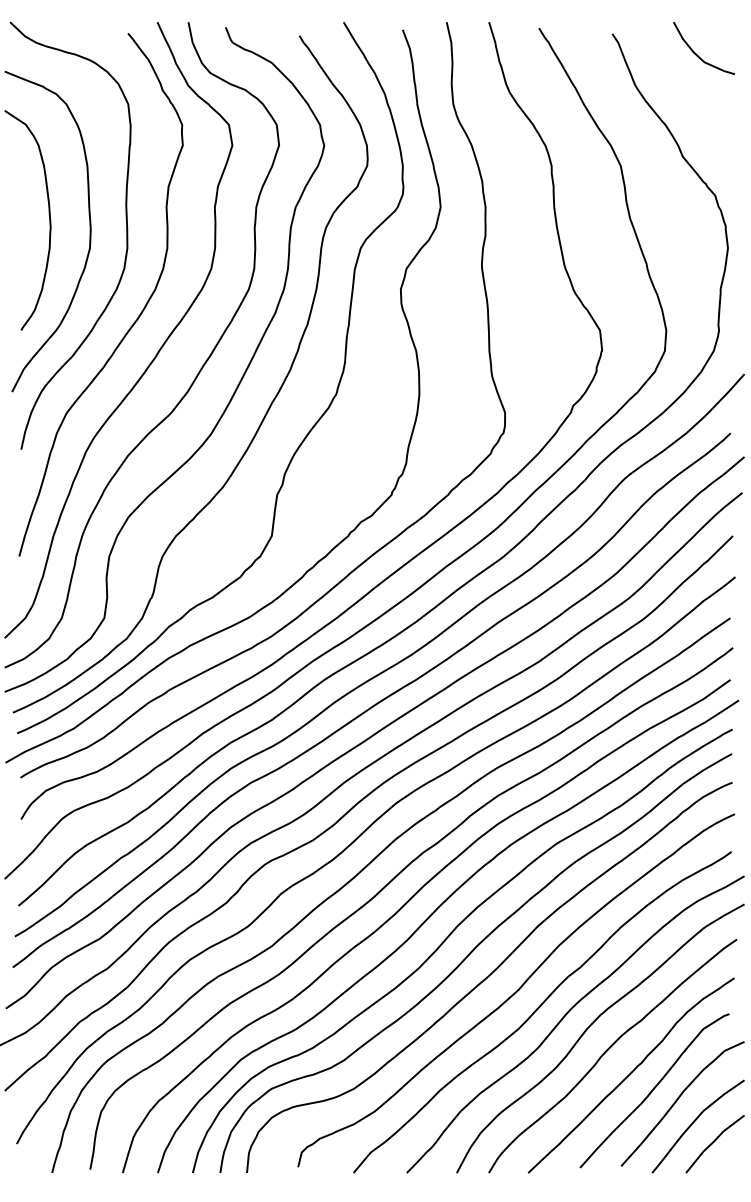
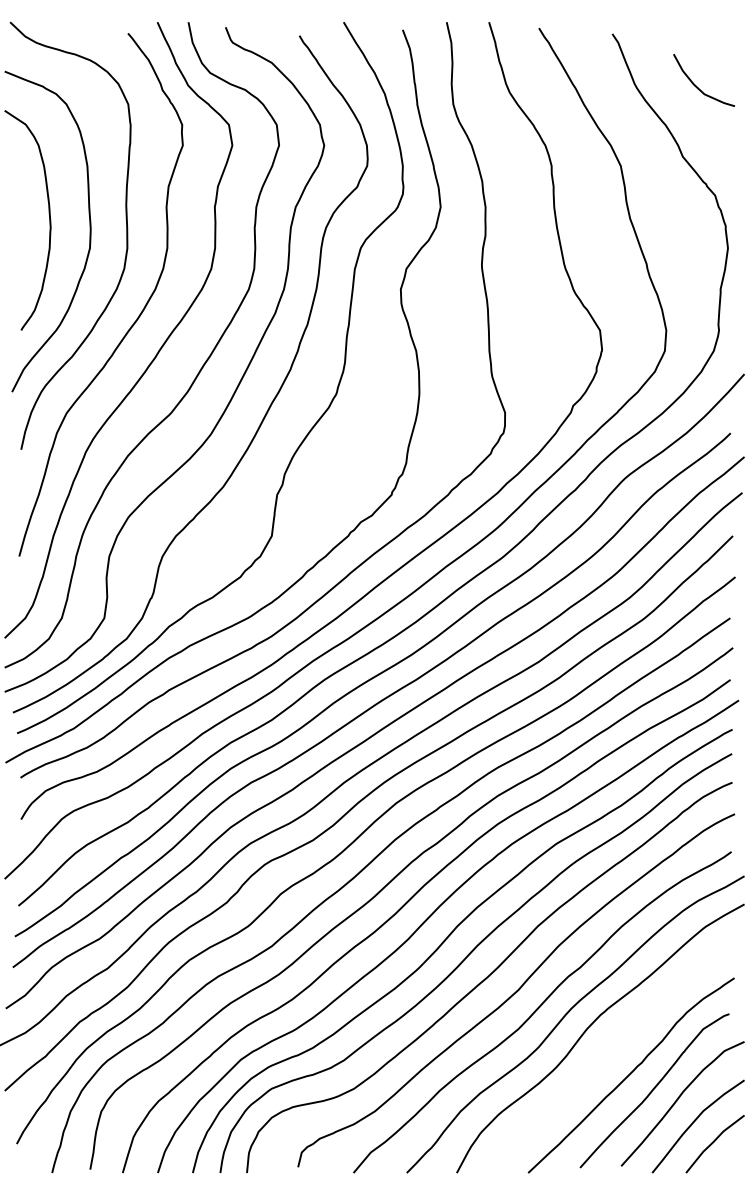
curve at (697, 54) position: (697, 54) -> (697, 86)
curve at (607, 1051): present -> none
